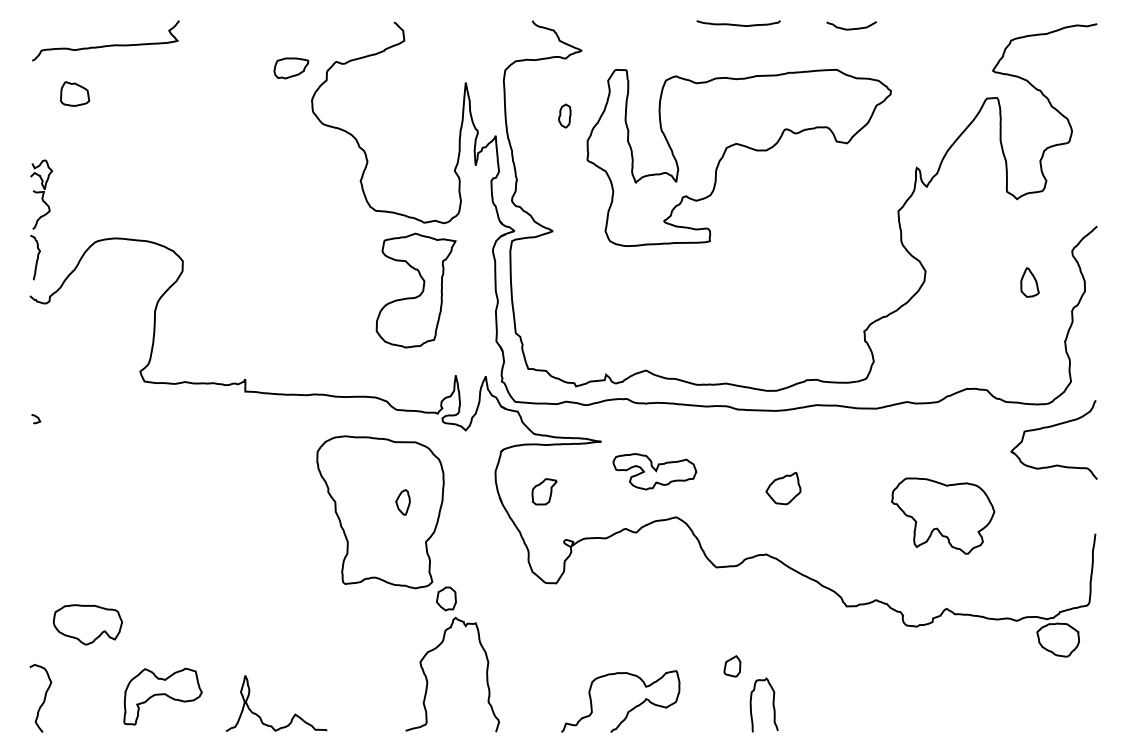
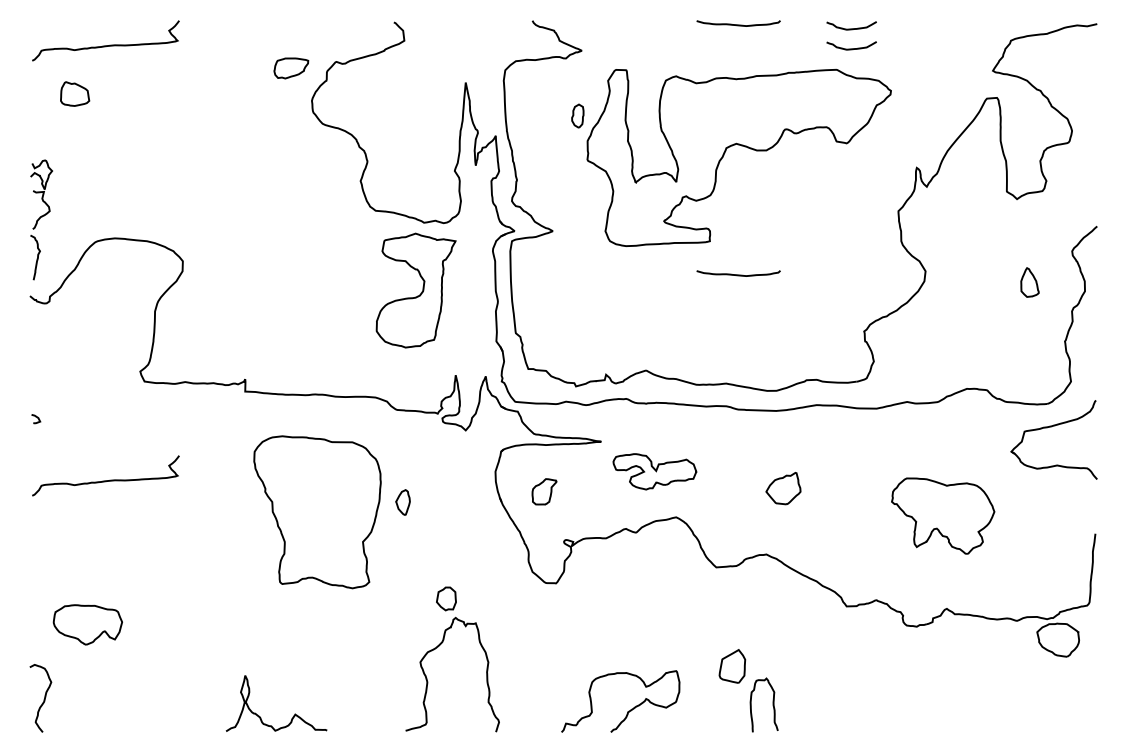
curve at (851, 48): none -> present
part at (564, 115) position: (564, 115) -> (577, 115)
curve at (738, 274): none -> present
curve at (105, 480): none -> present
part at (380, 512) position: (380, 512) -> (317, 512)
part at (732, 666) size: 19x23 px -> 29x35 px
part at (162, 696): present -> none
